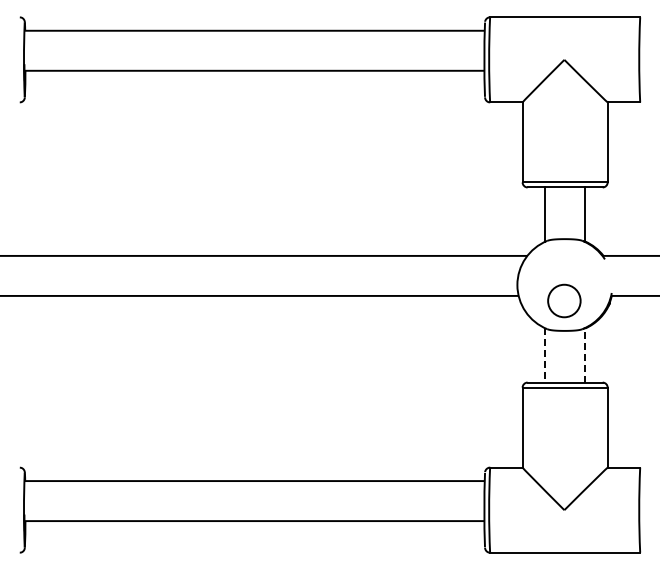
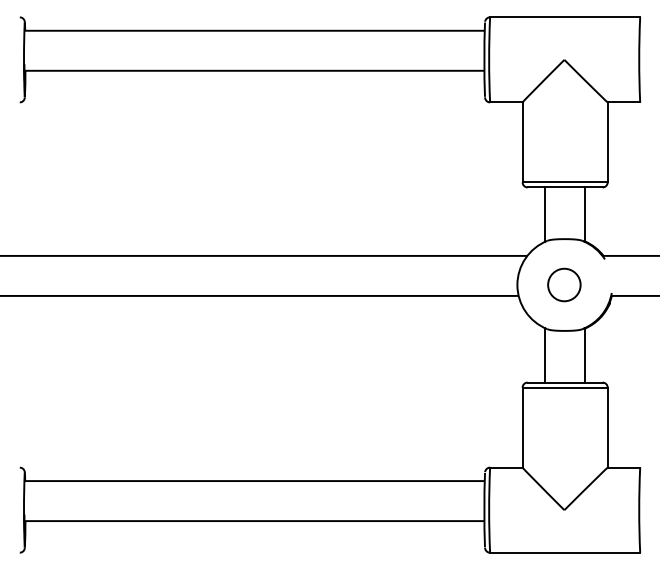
circle at (564, 300) position: (564, 300) -> (564, 284)
line at (585, 354): dashed -> solid
line at (545, 355): dashed -> solid
